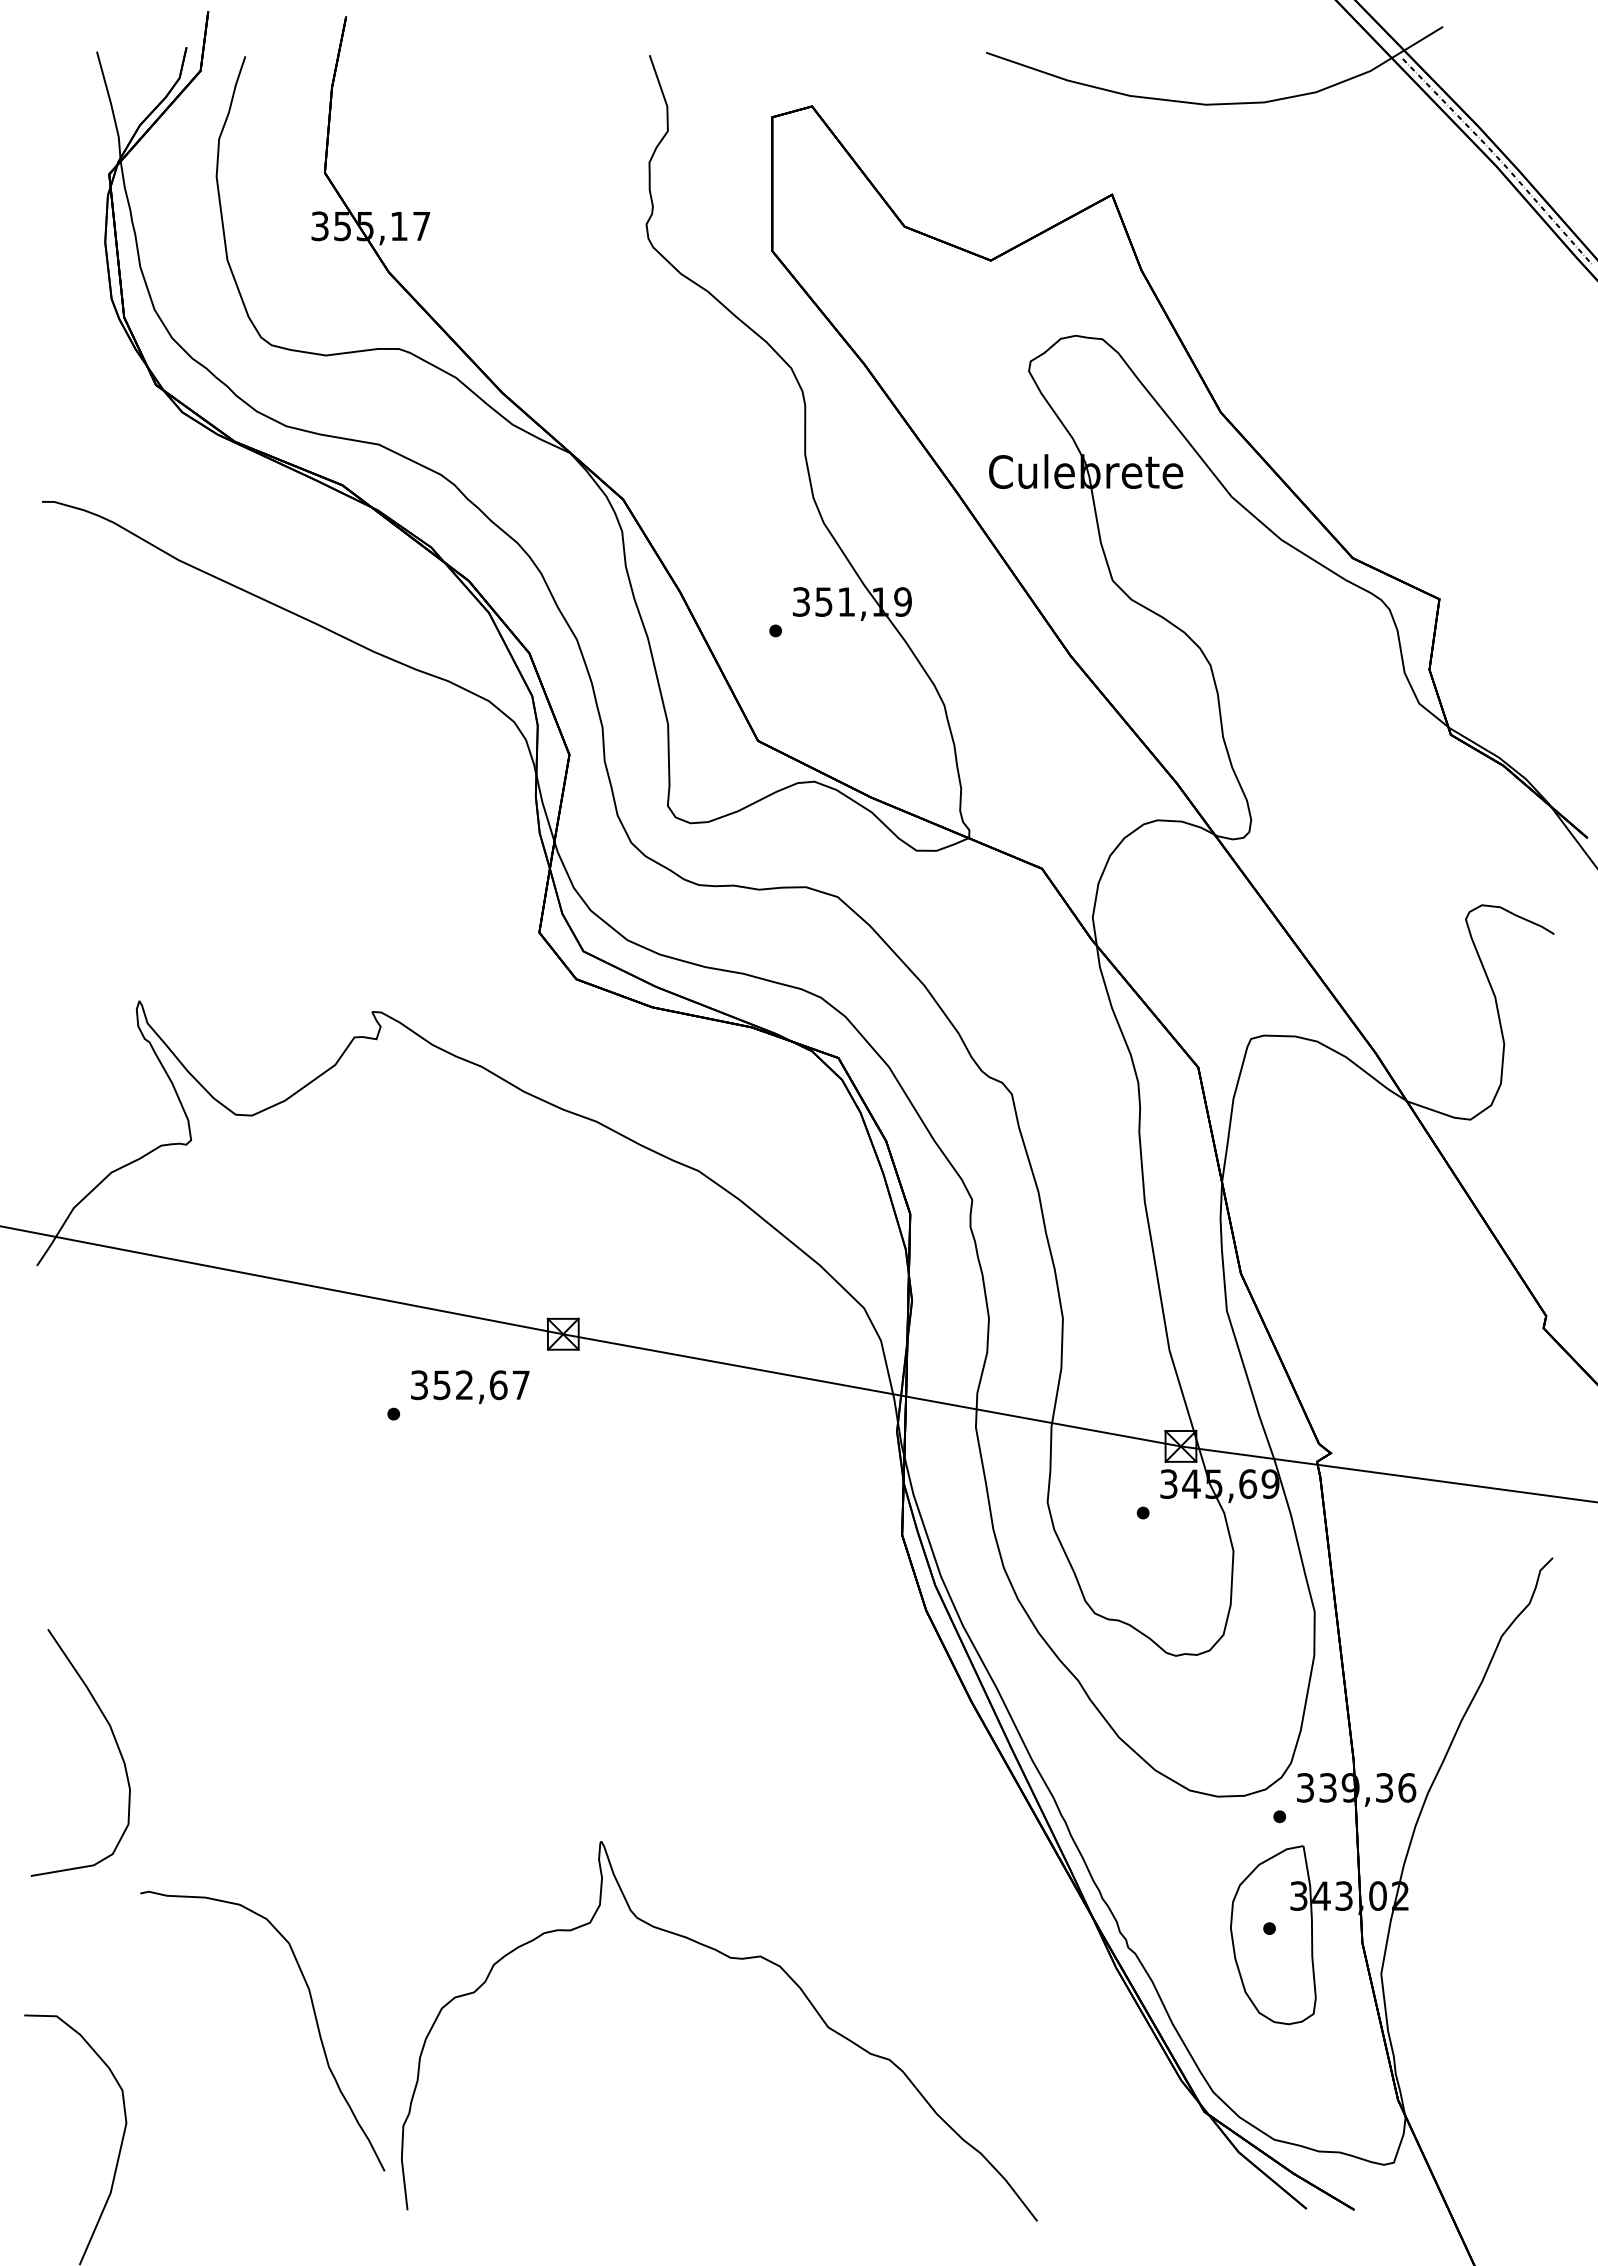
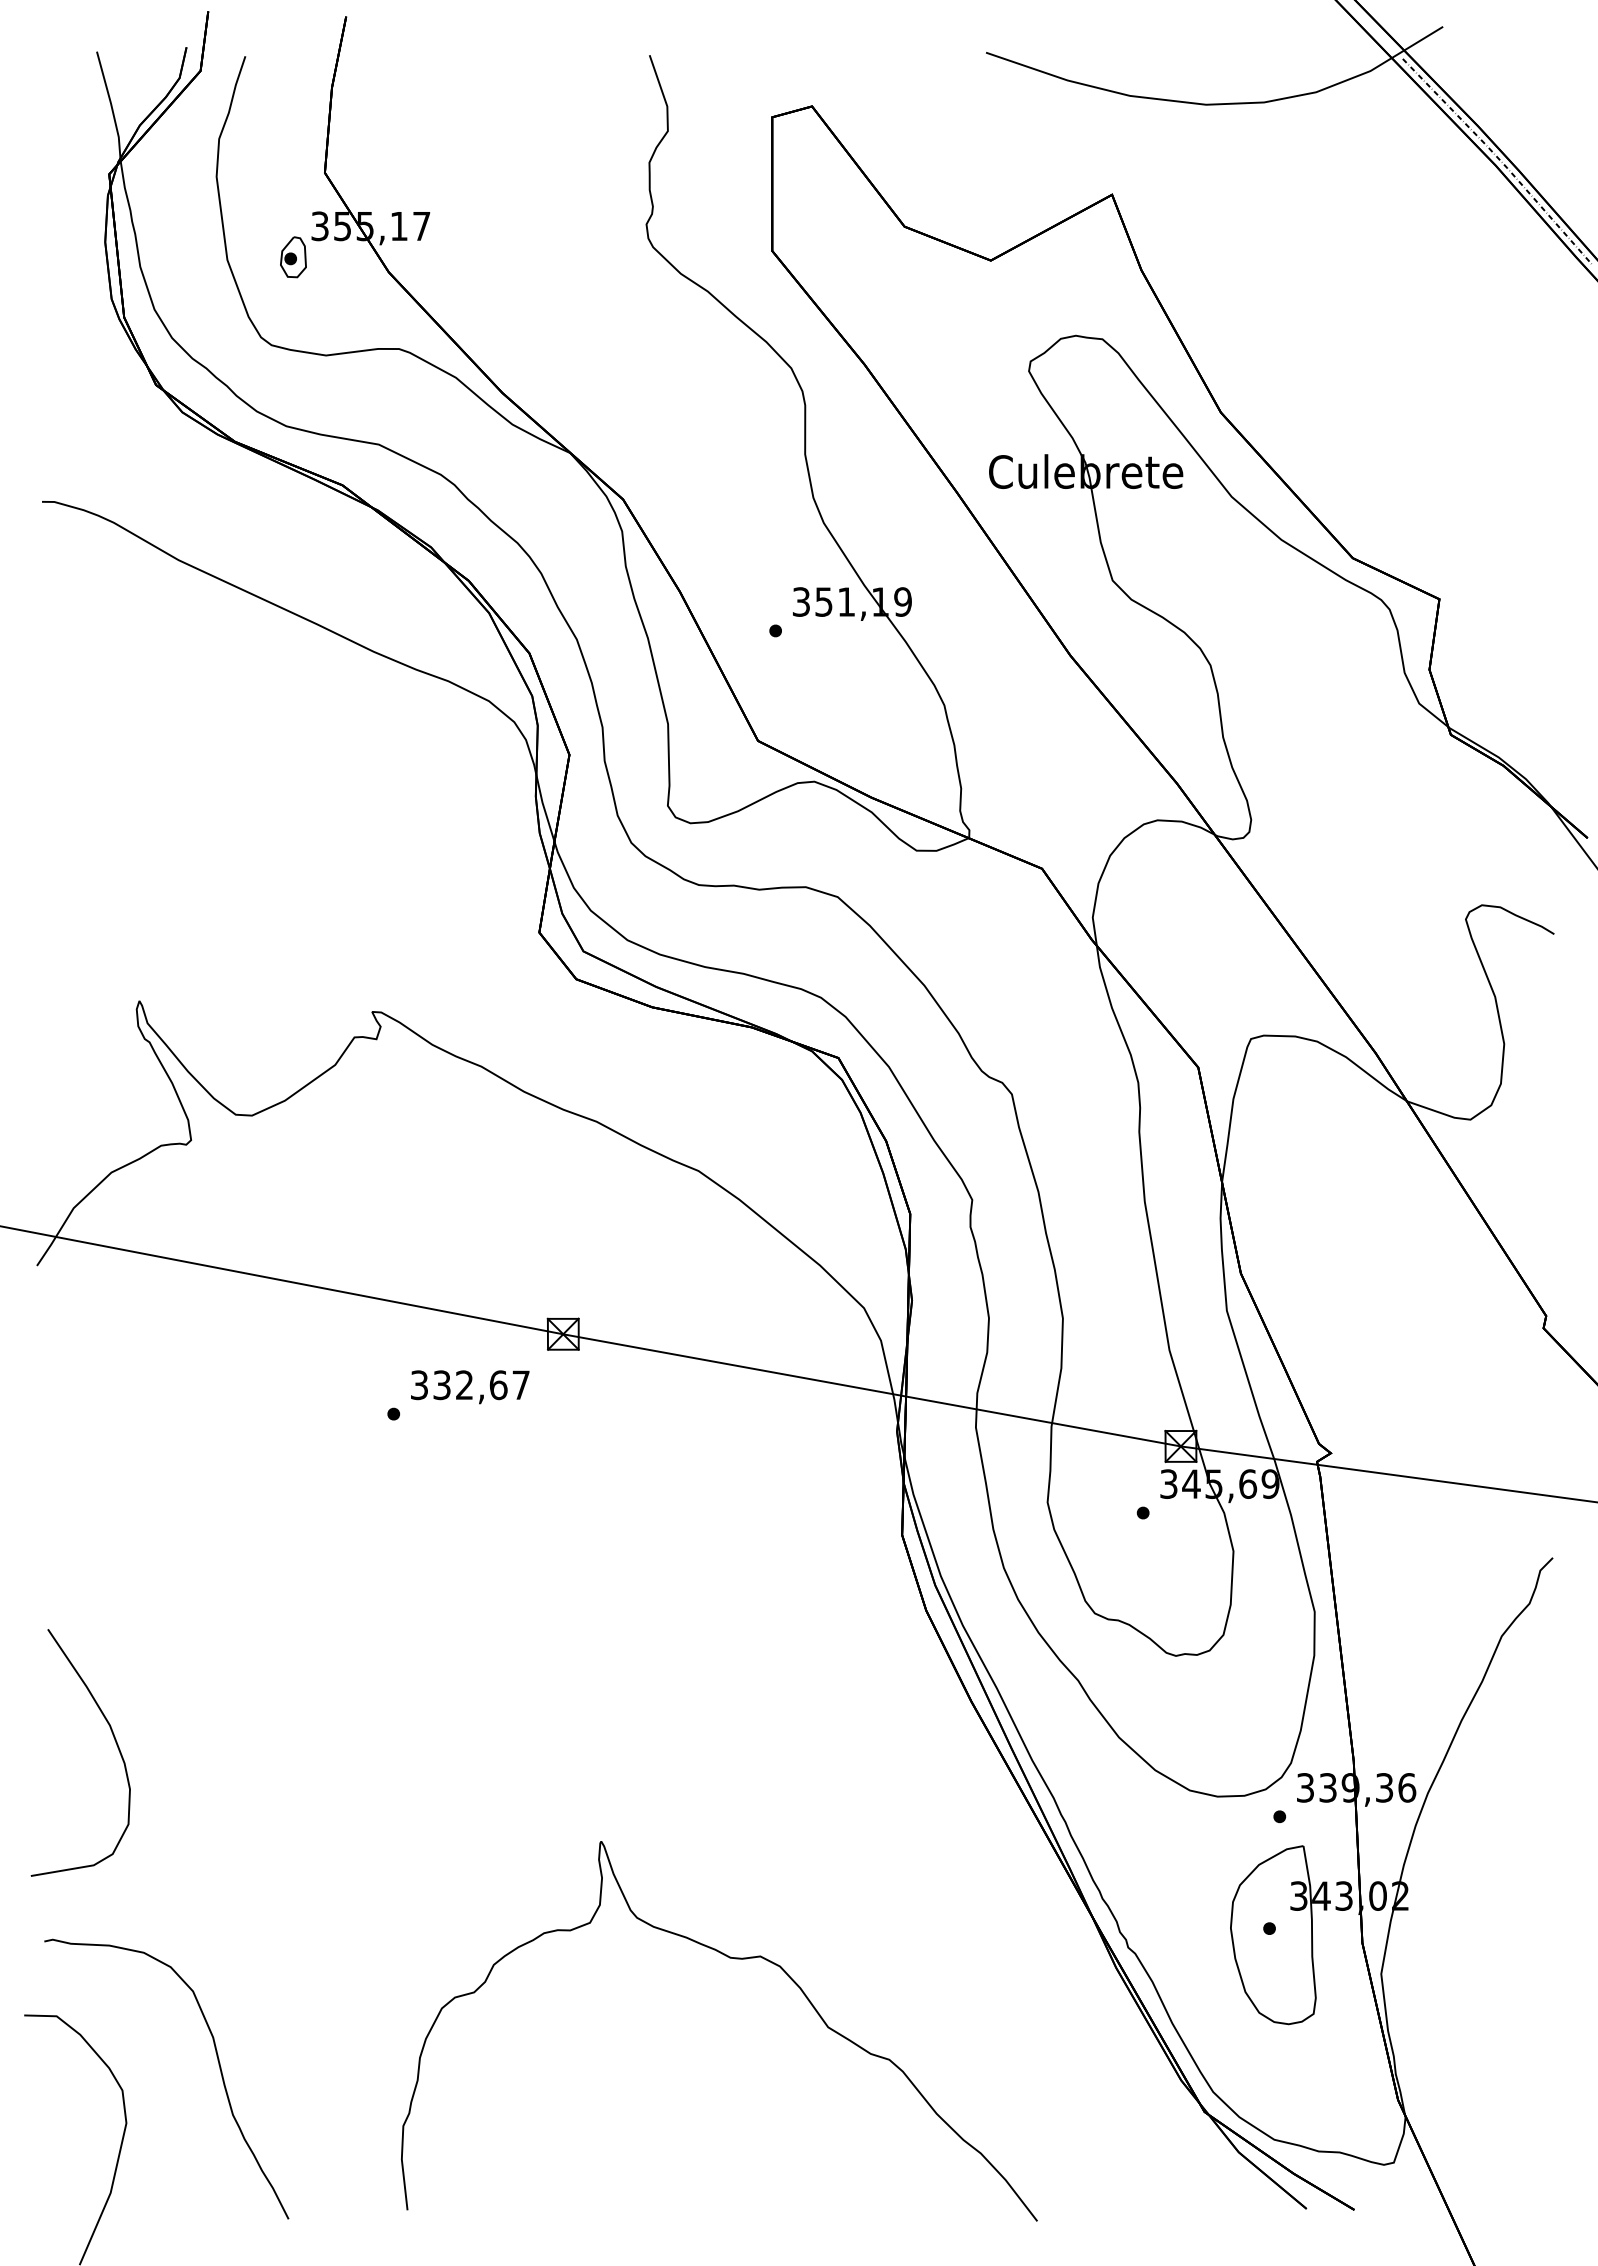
part at (293, 257): none -> present
text at (442, 1384): 352,67 -> 332,67
curve at (314, 2017) position: (314, 2017) -> (218, 2065)
